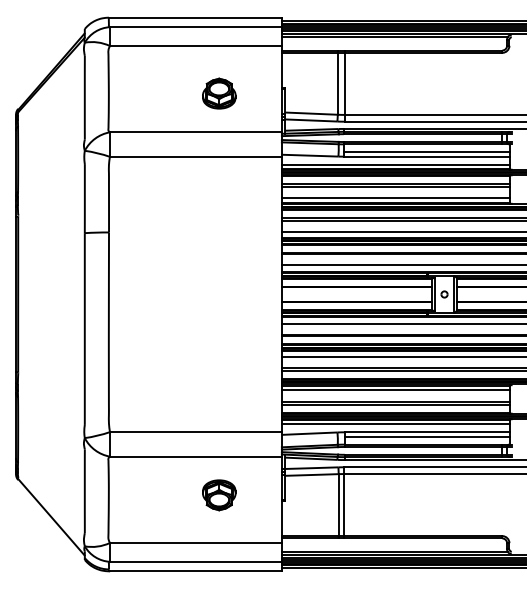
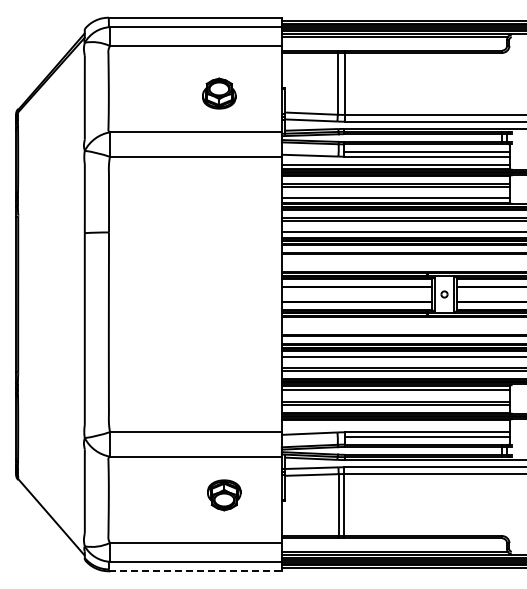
line at (402, 265): present -> none
line at (402, 323): present -> none
line at (395, 423): present -> none
part at (219, 495) position: (219, 495) -> (224, 495)
line at (195, 571): solid -> dashed
